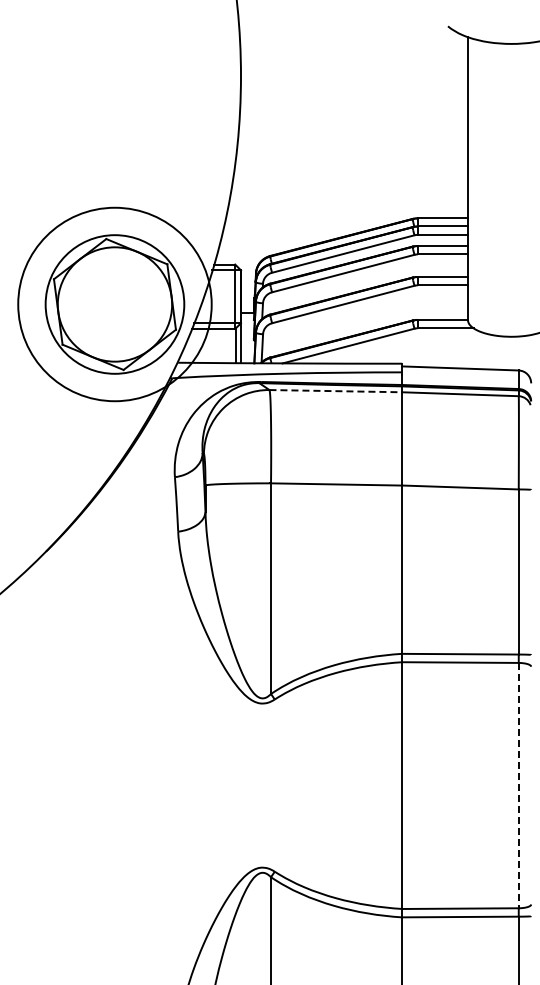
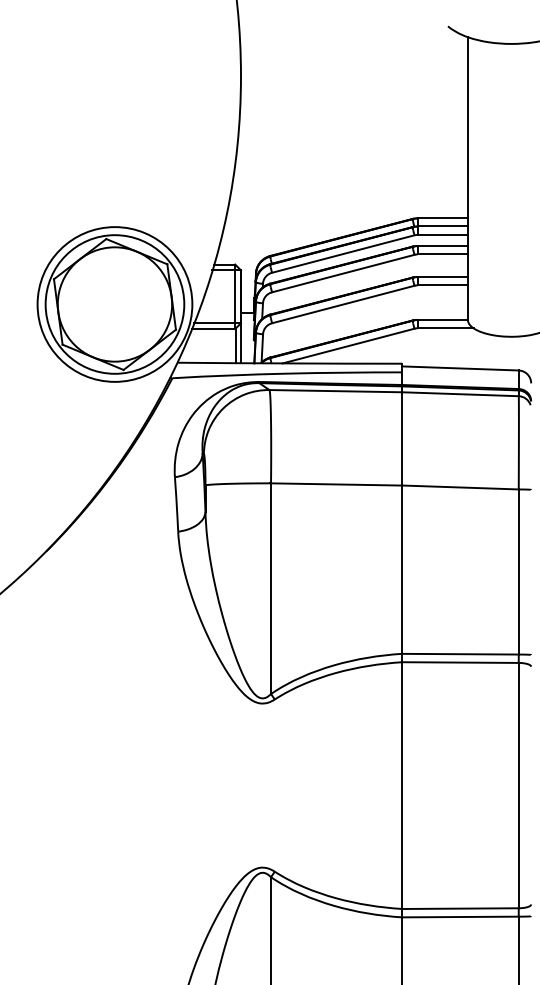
circle at (114, 304) diameter: 193 px -> 155 px
line at (336, 391): dashed -> solid
line at (518, 785): dashed -> solid
